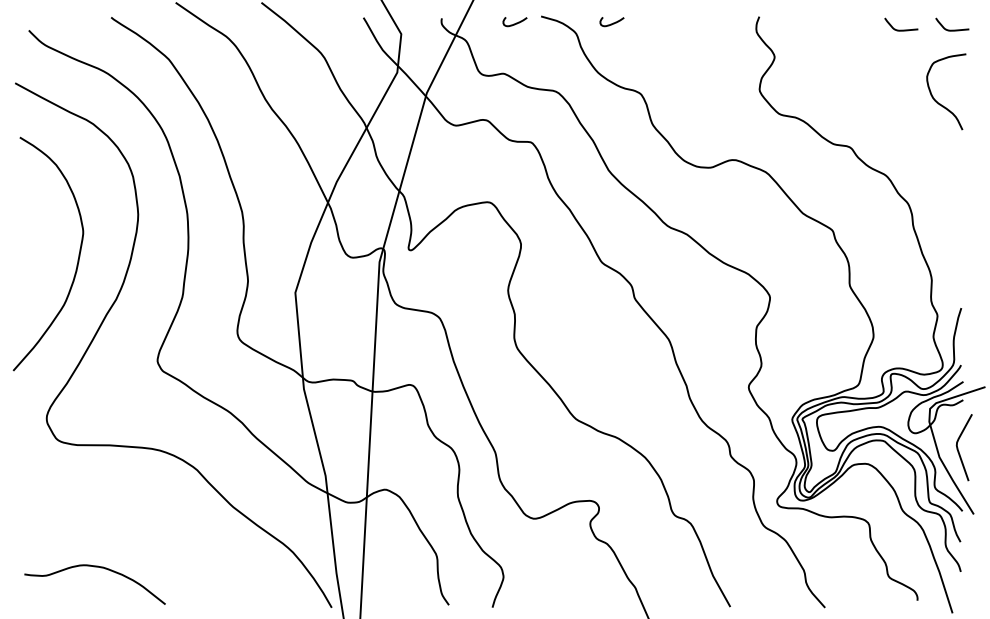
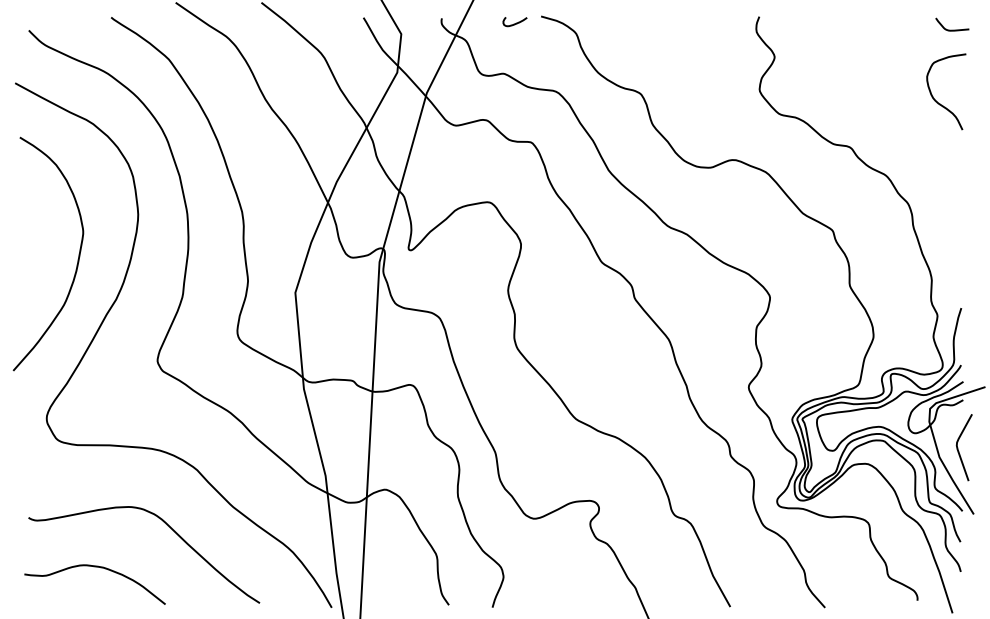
curve at (611, 23): present -> none
curve at (901, 29): present -> none
curve at (165, 524): none -> present
